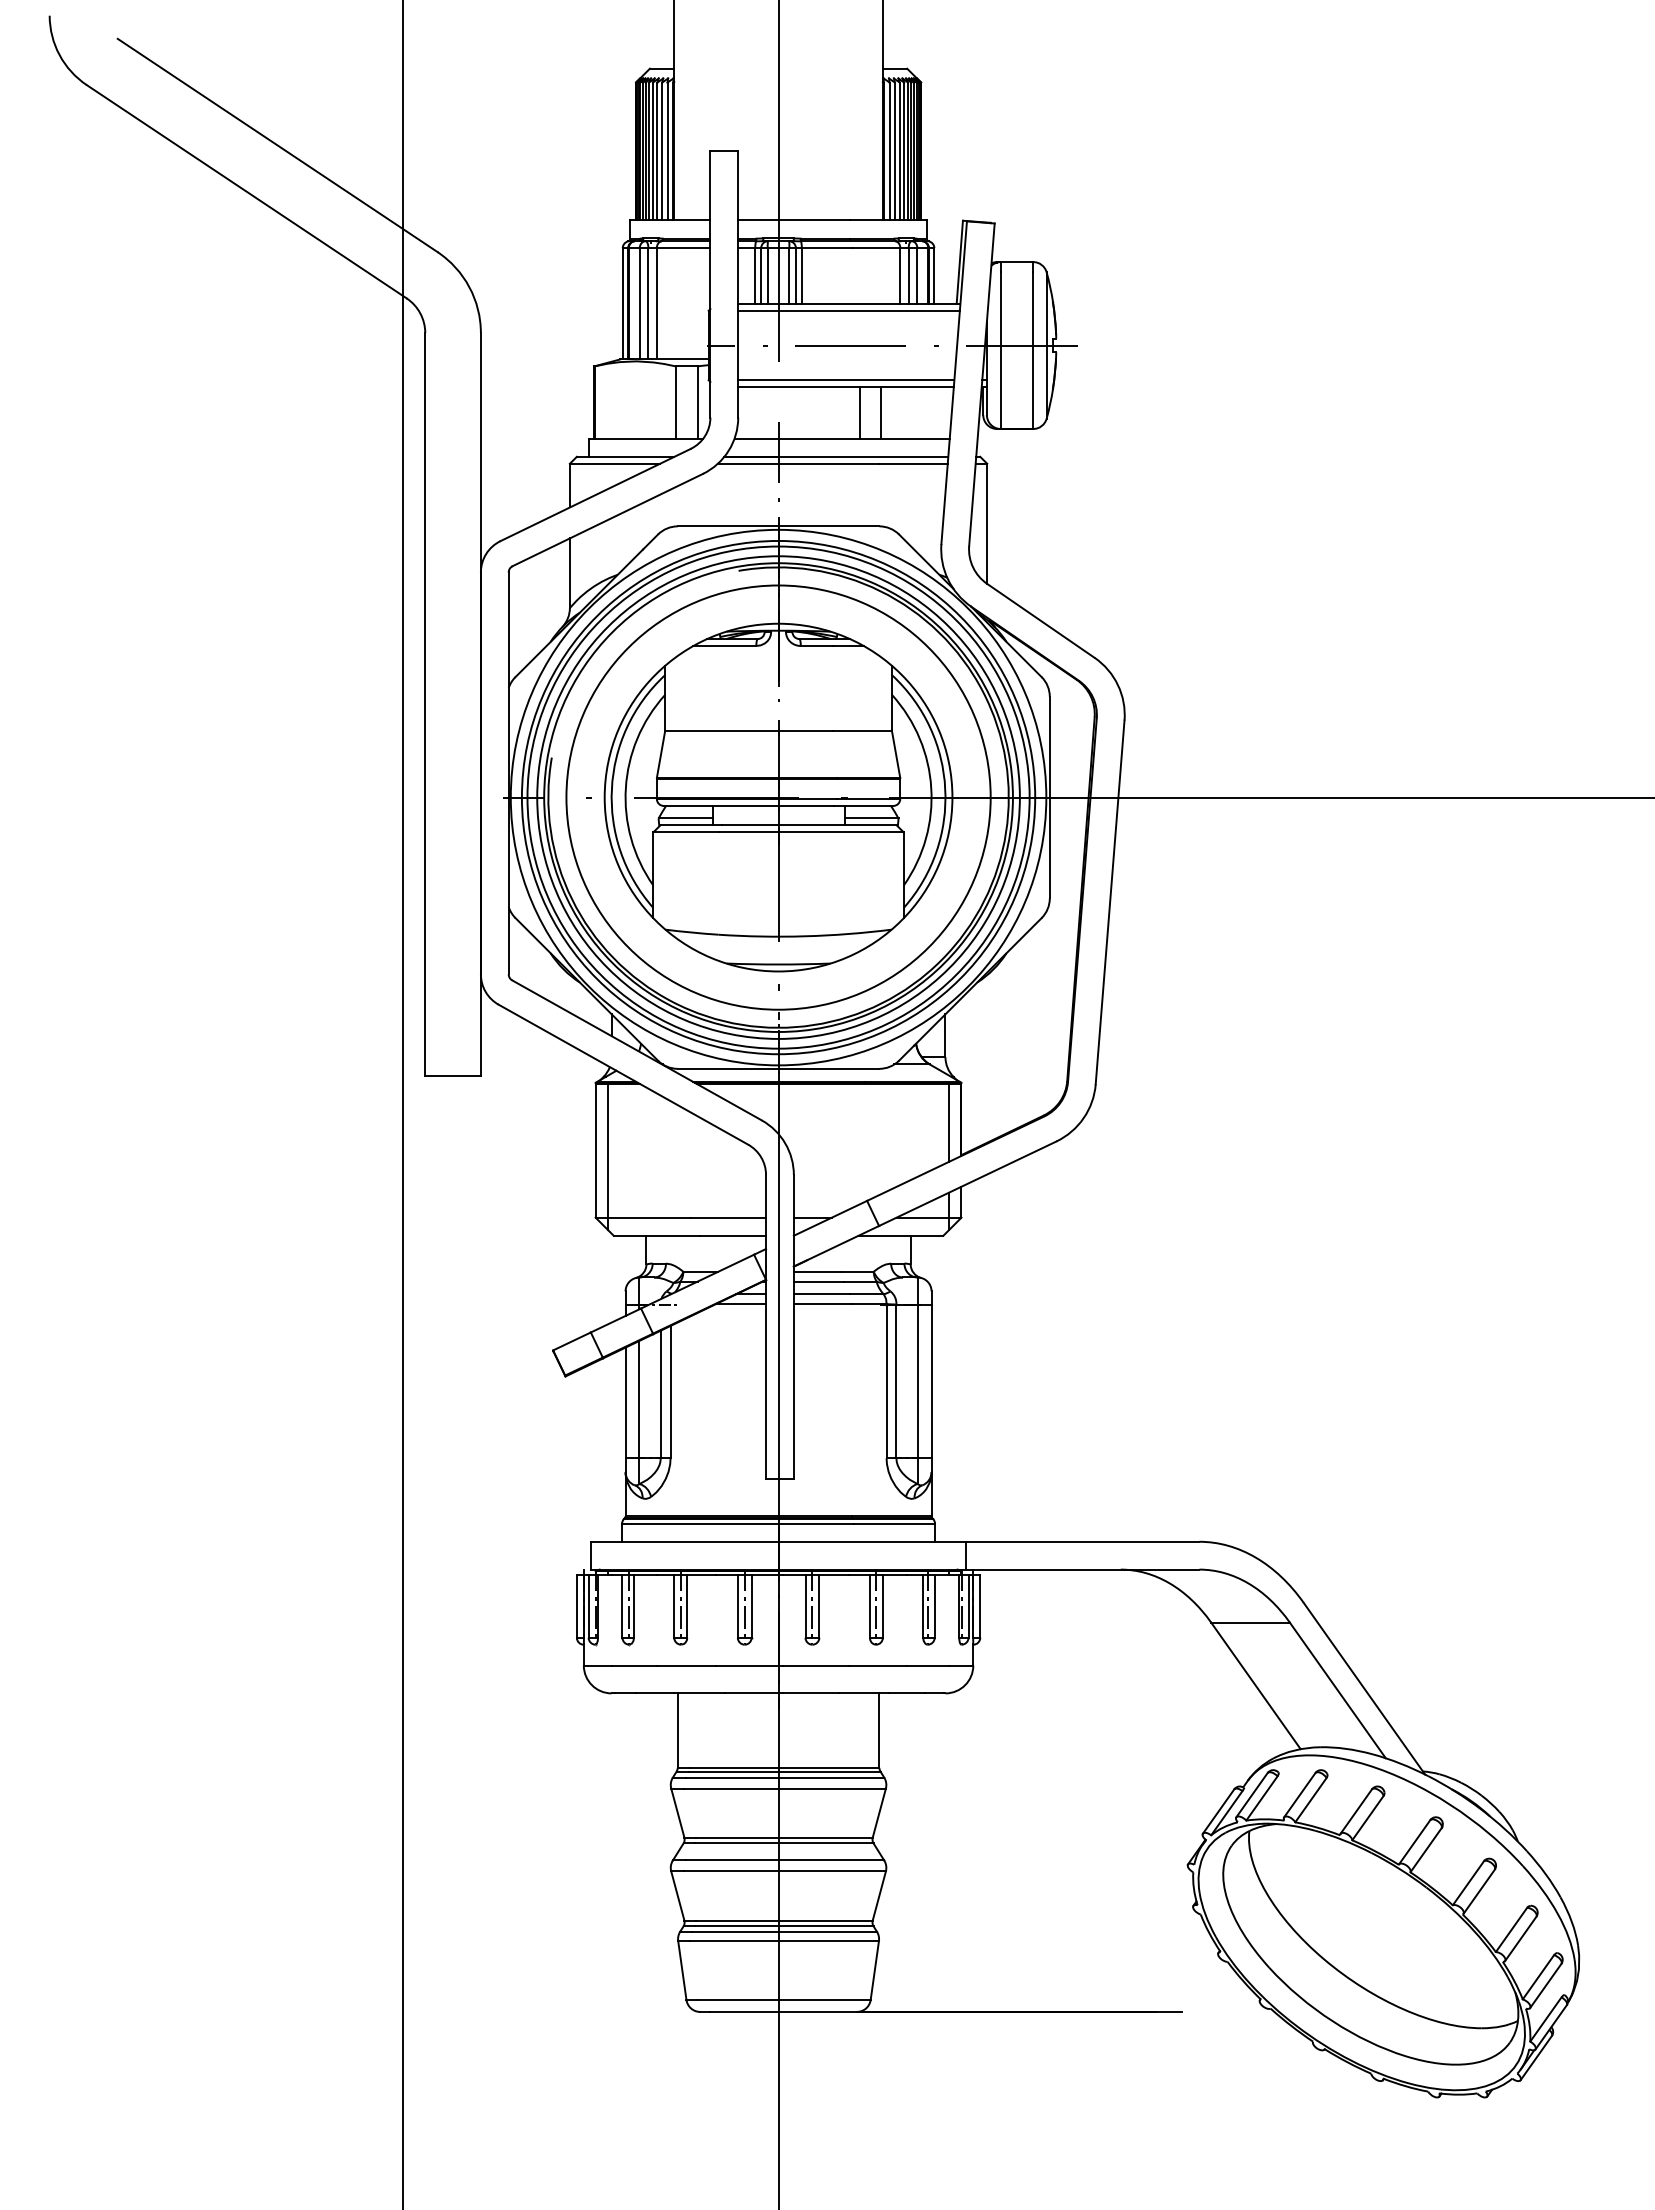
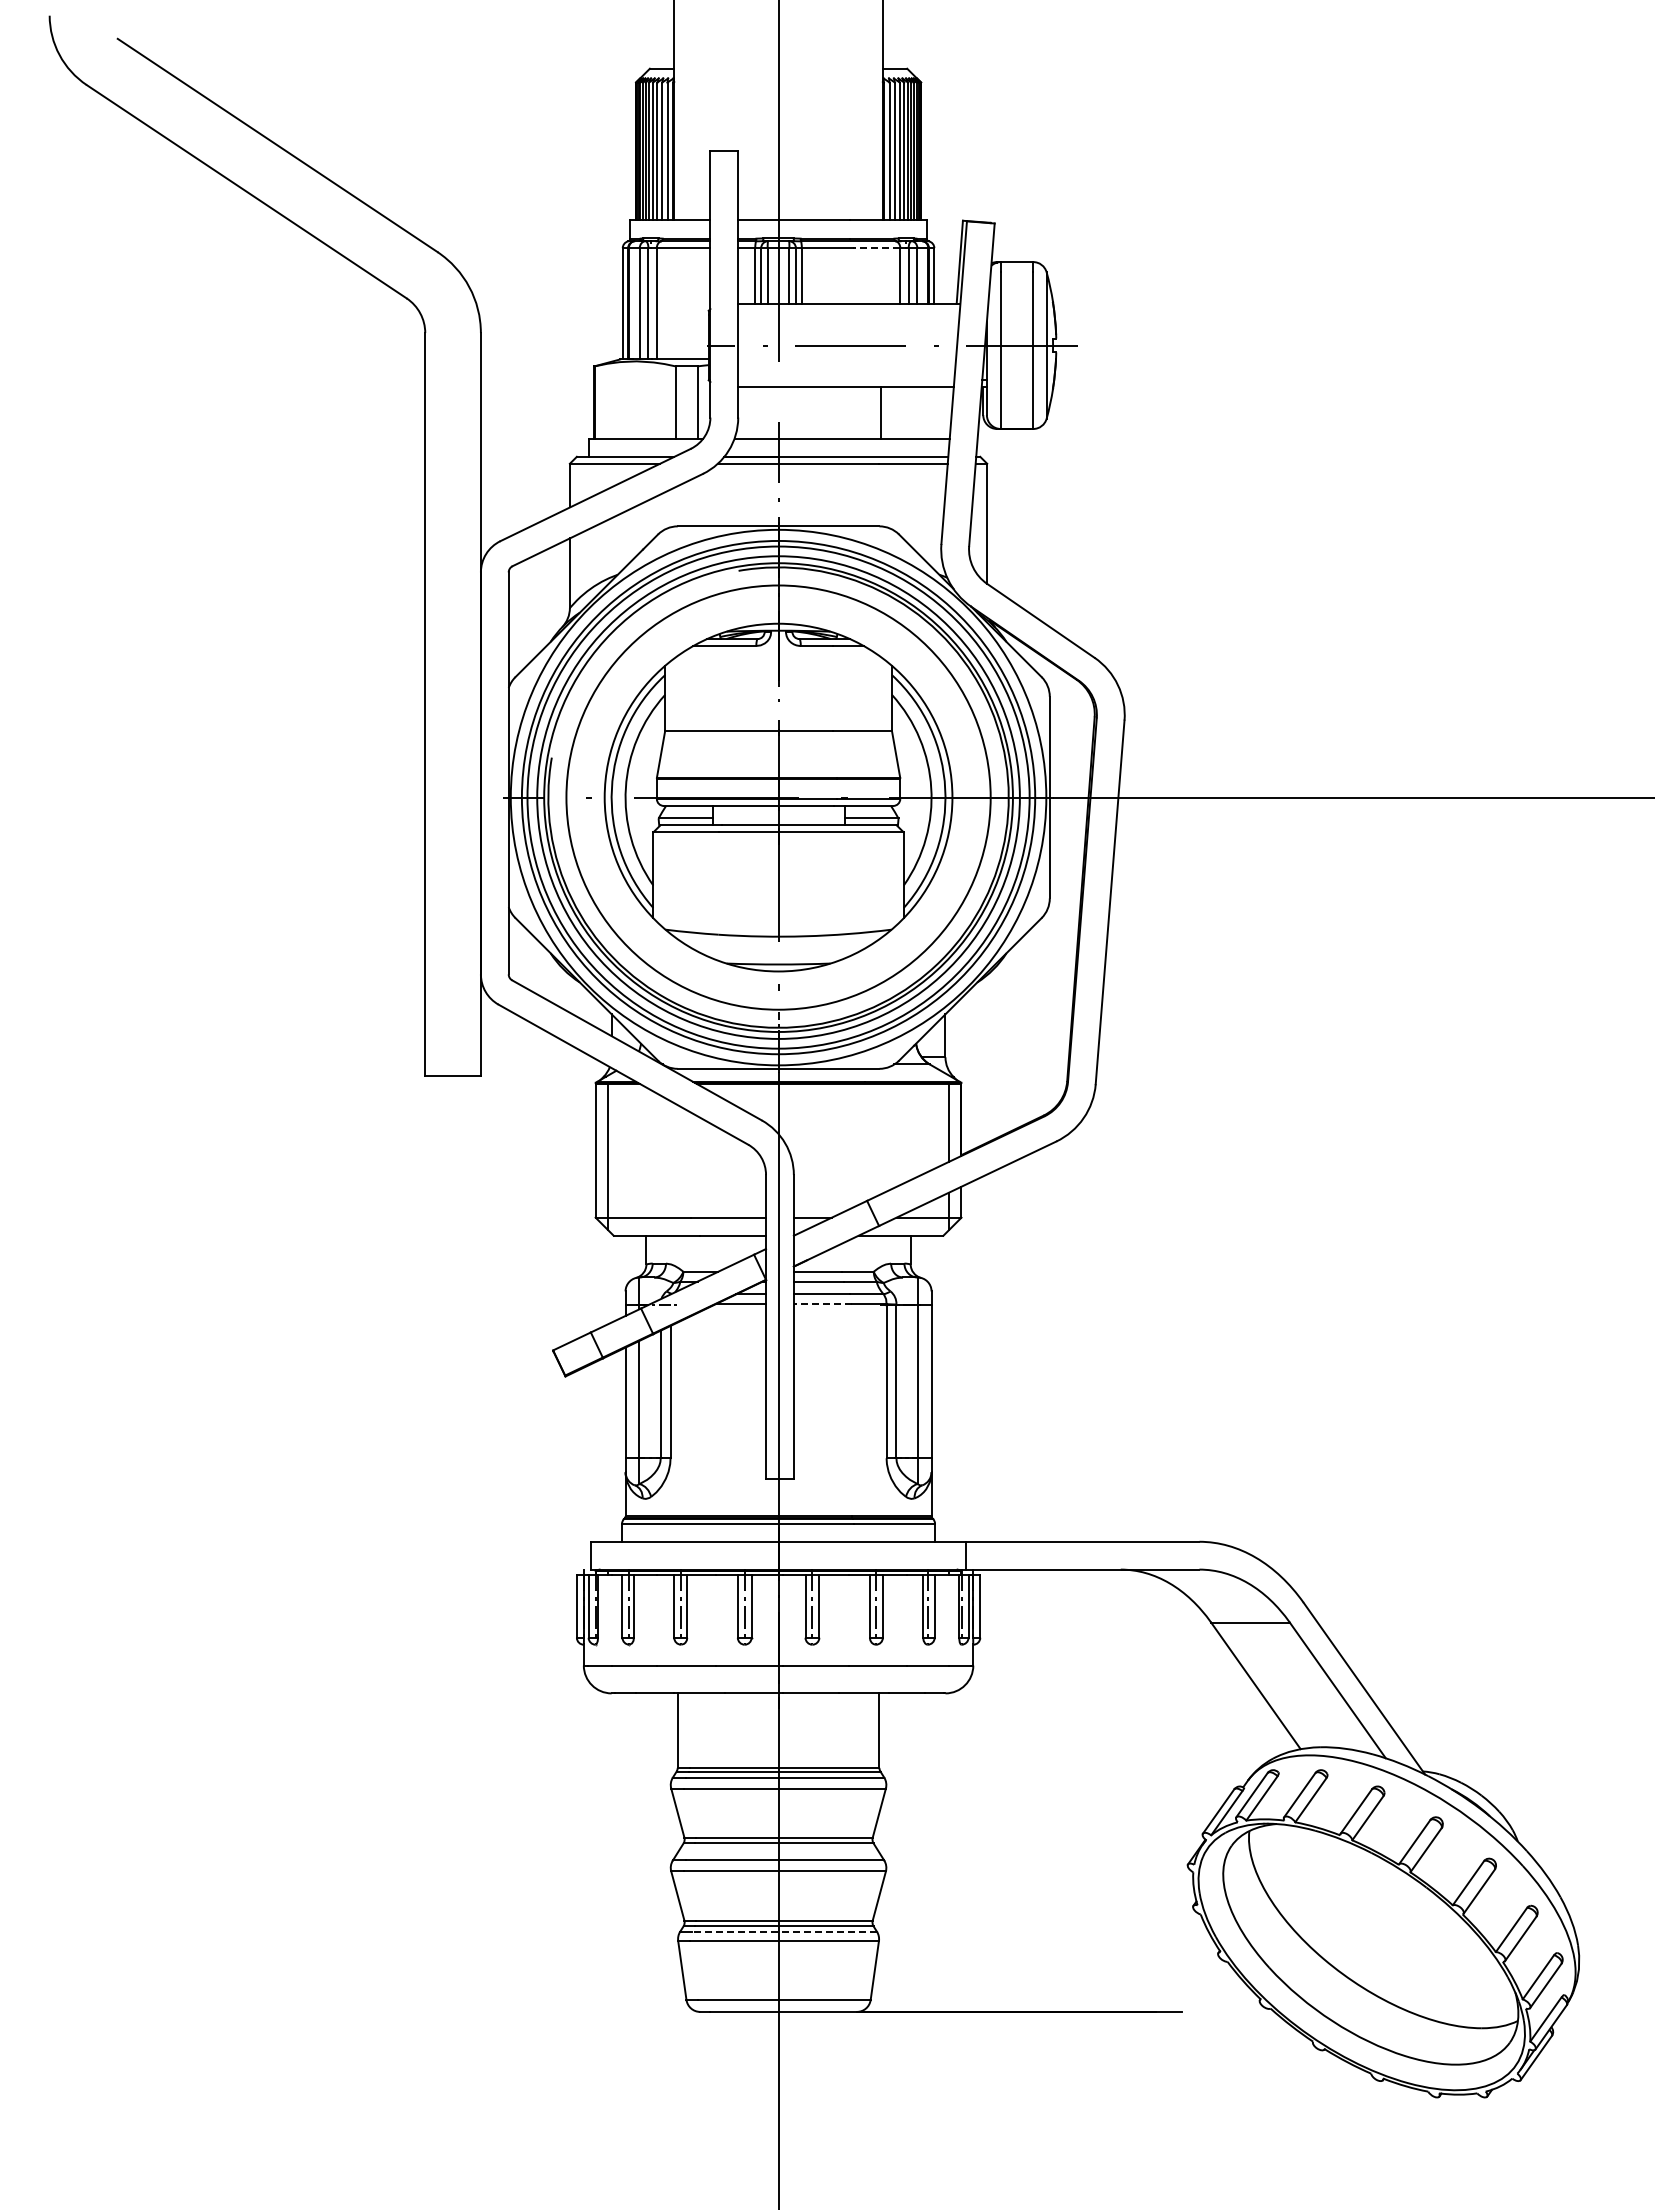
line at (876, 248): solid -> dashed
line at (848, 311): present -> none
line at (846, 379): present -> none
line at (859, 412): present -> none
line at (403, 1104): present -> none
line at (822, 1304): solid -> dashed
line at (784, 1931): solid -> dashed
